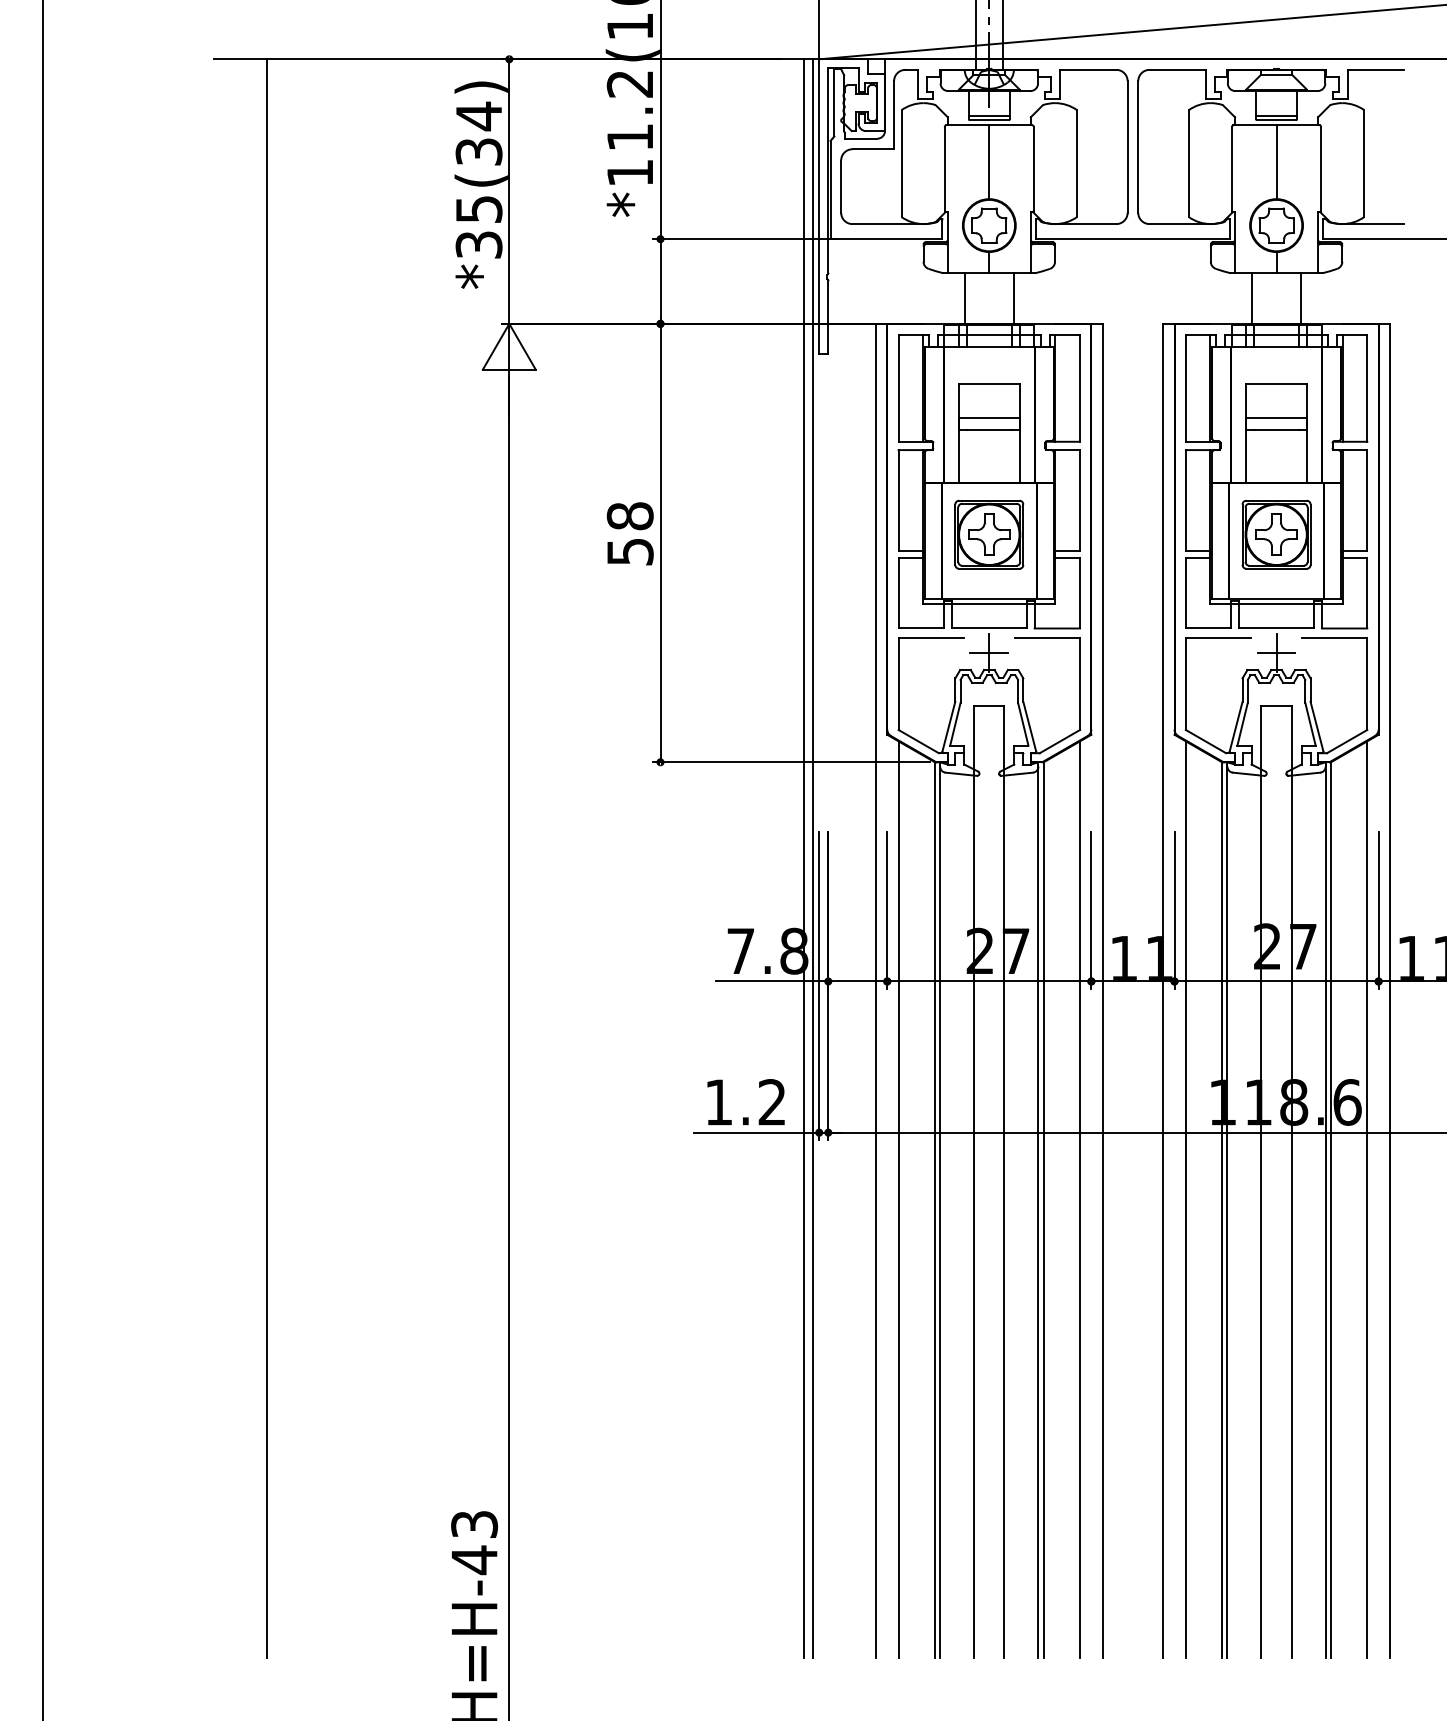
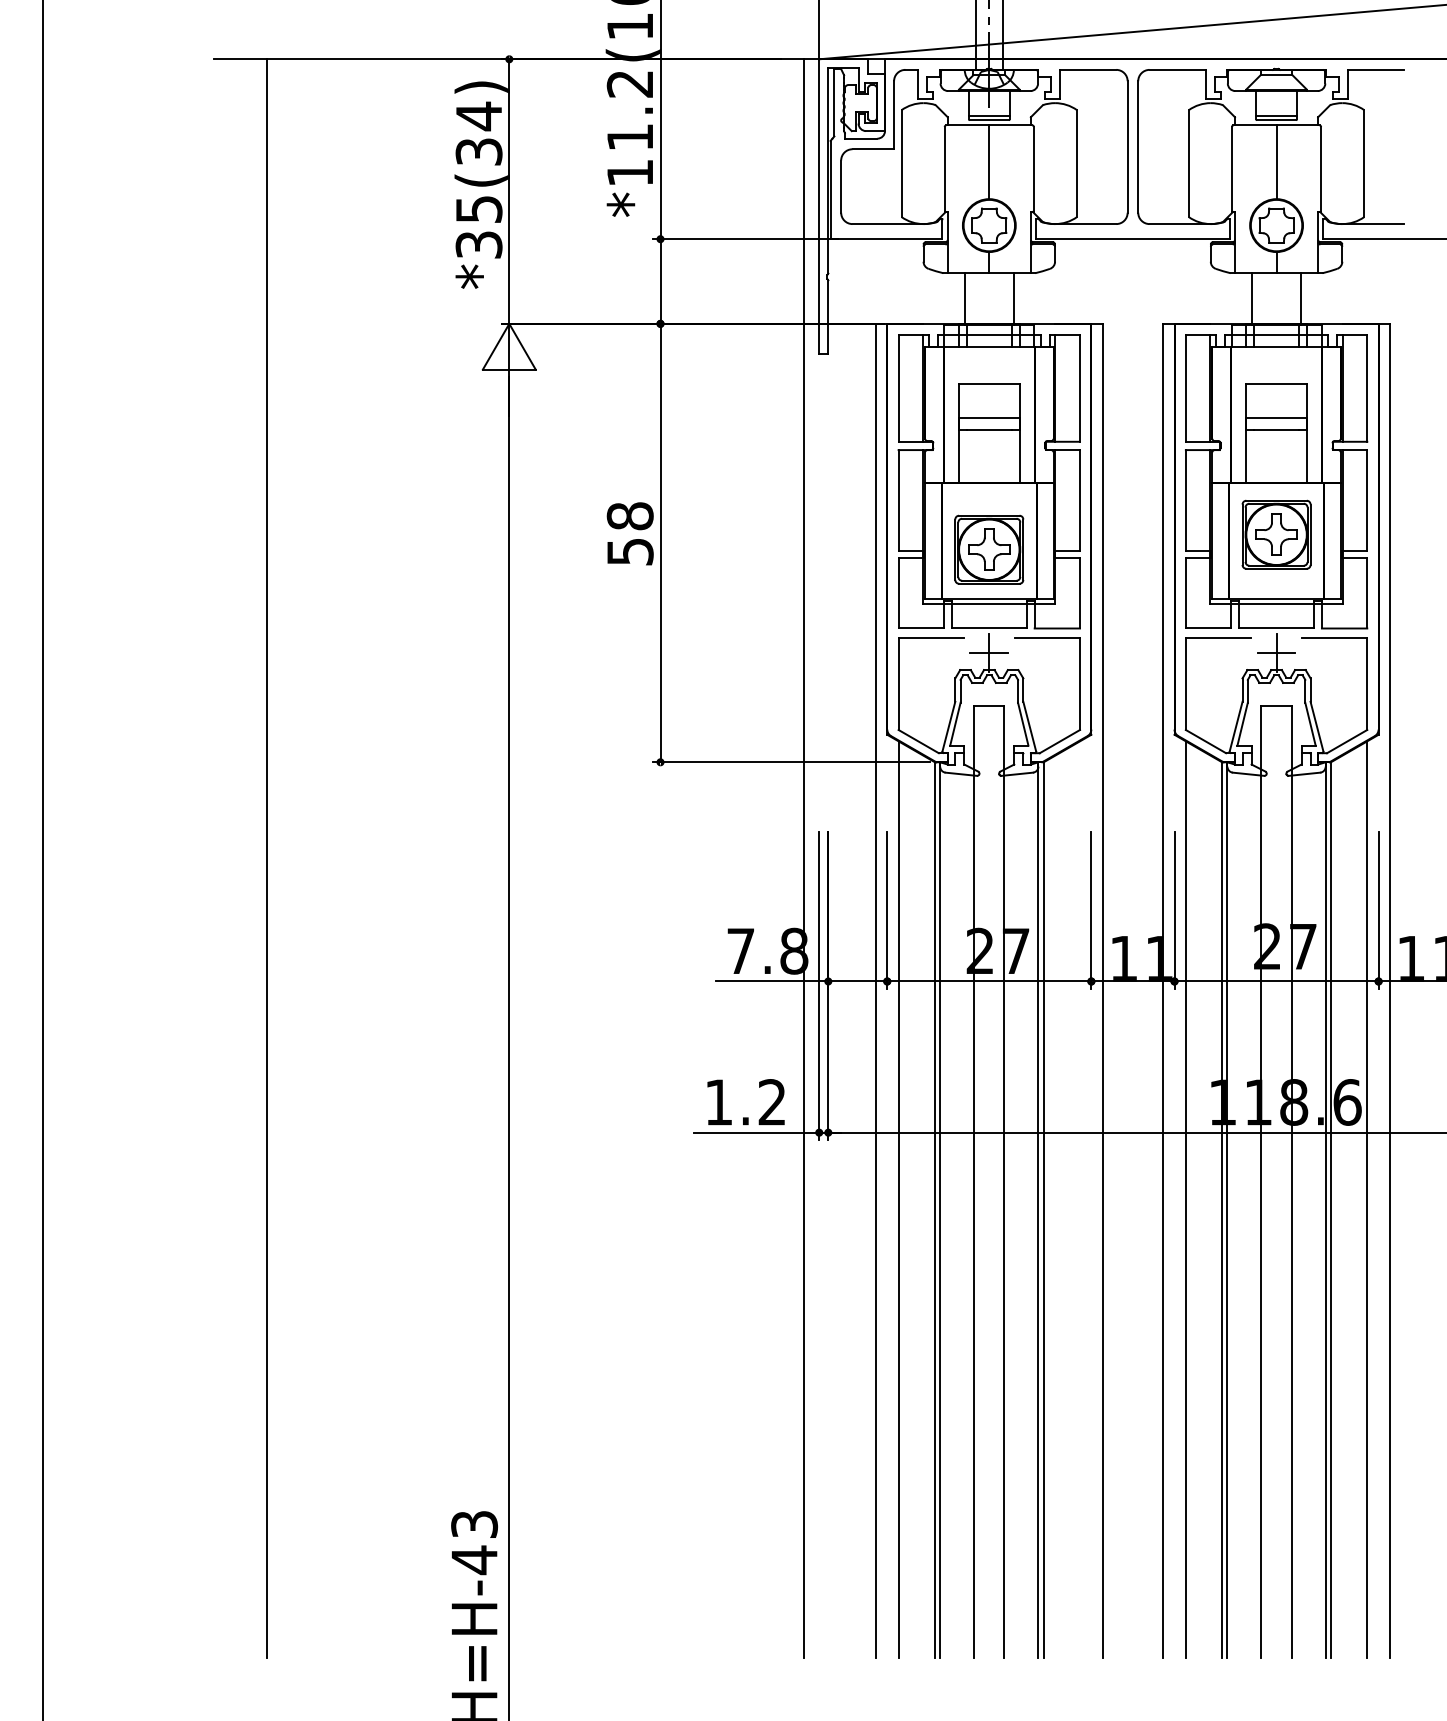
part at (989, 534) position: (989, 534) -> (989, 549)
line at (813, 858): present -> none
line at (1080, 1200): present -> none
